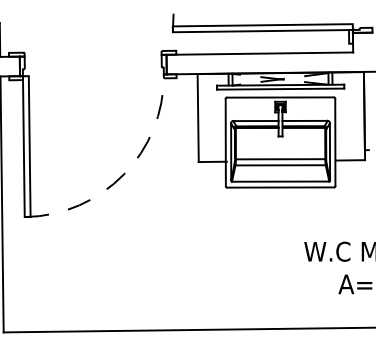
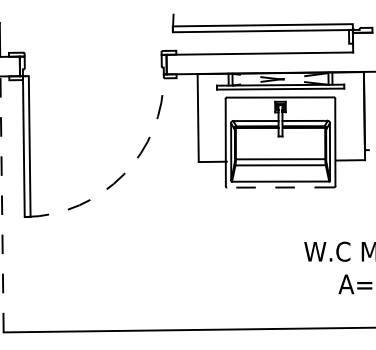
line at (280, 187): solid -> dashed
line at (2, 204): solid -> dashed
